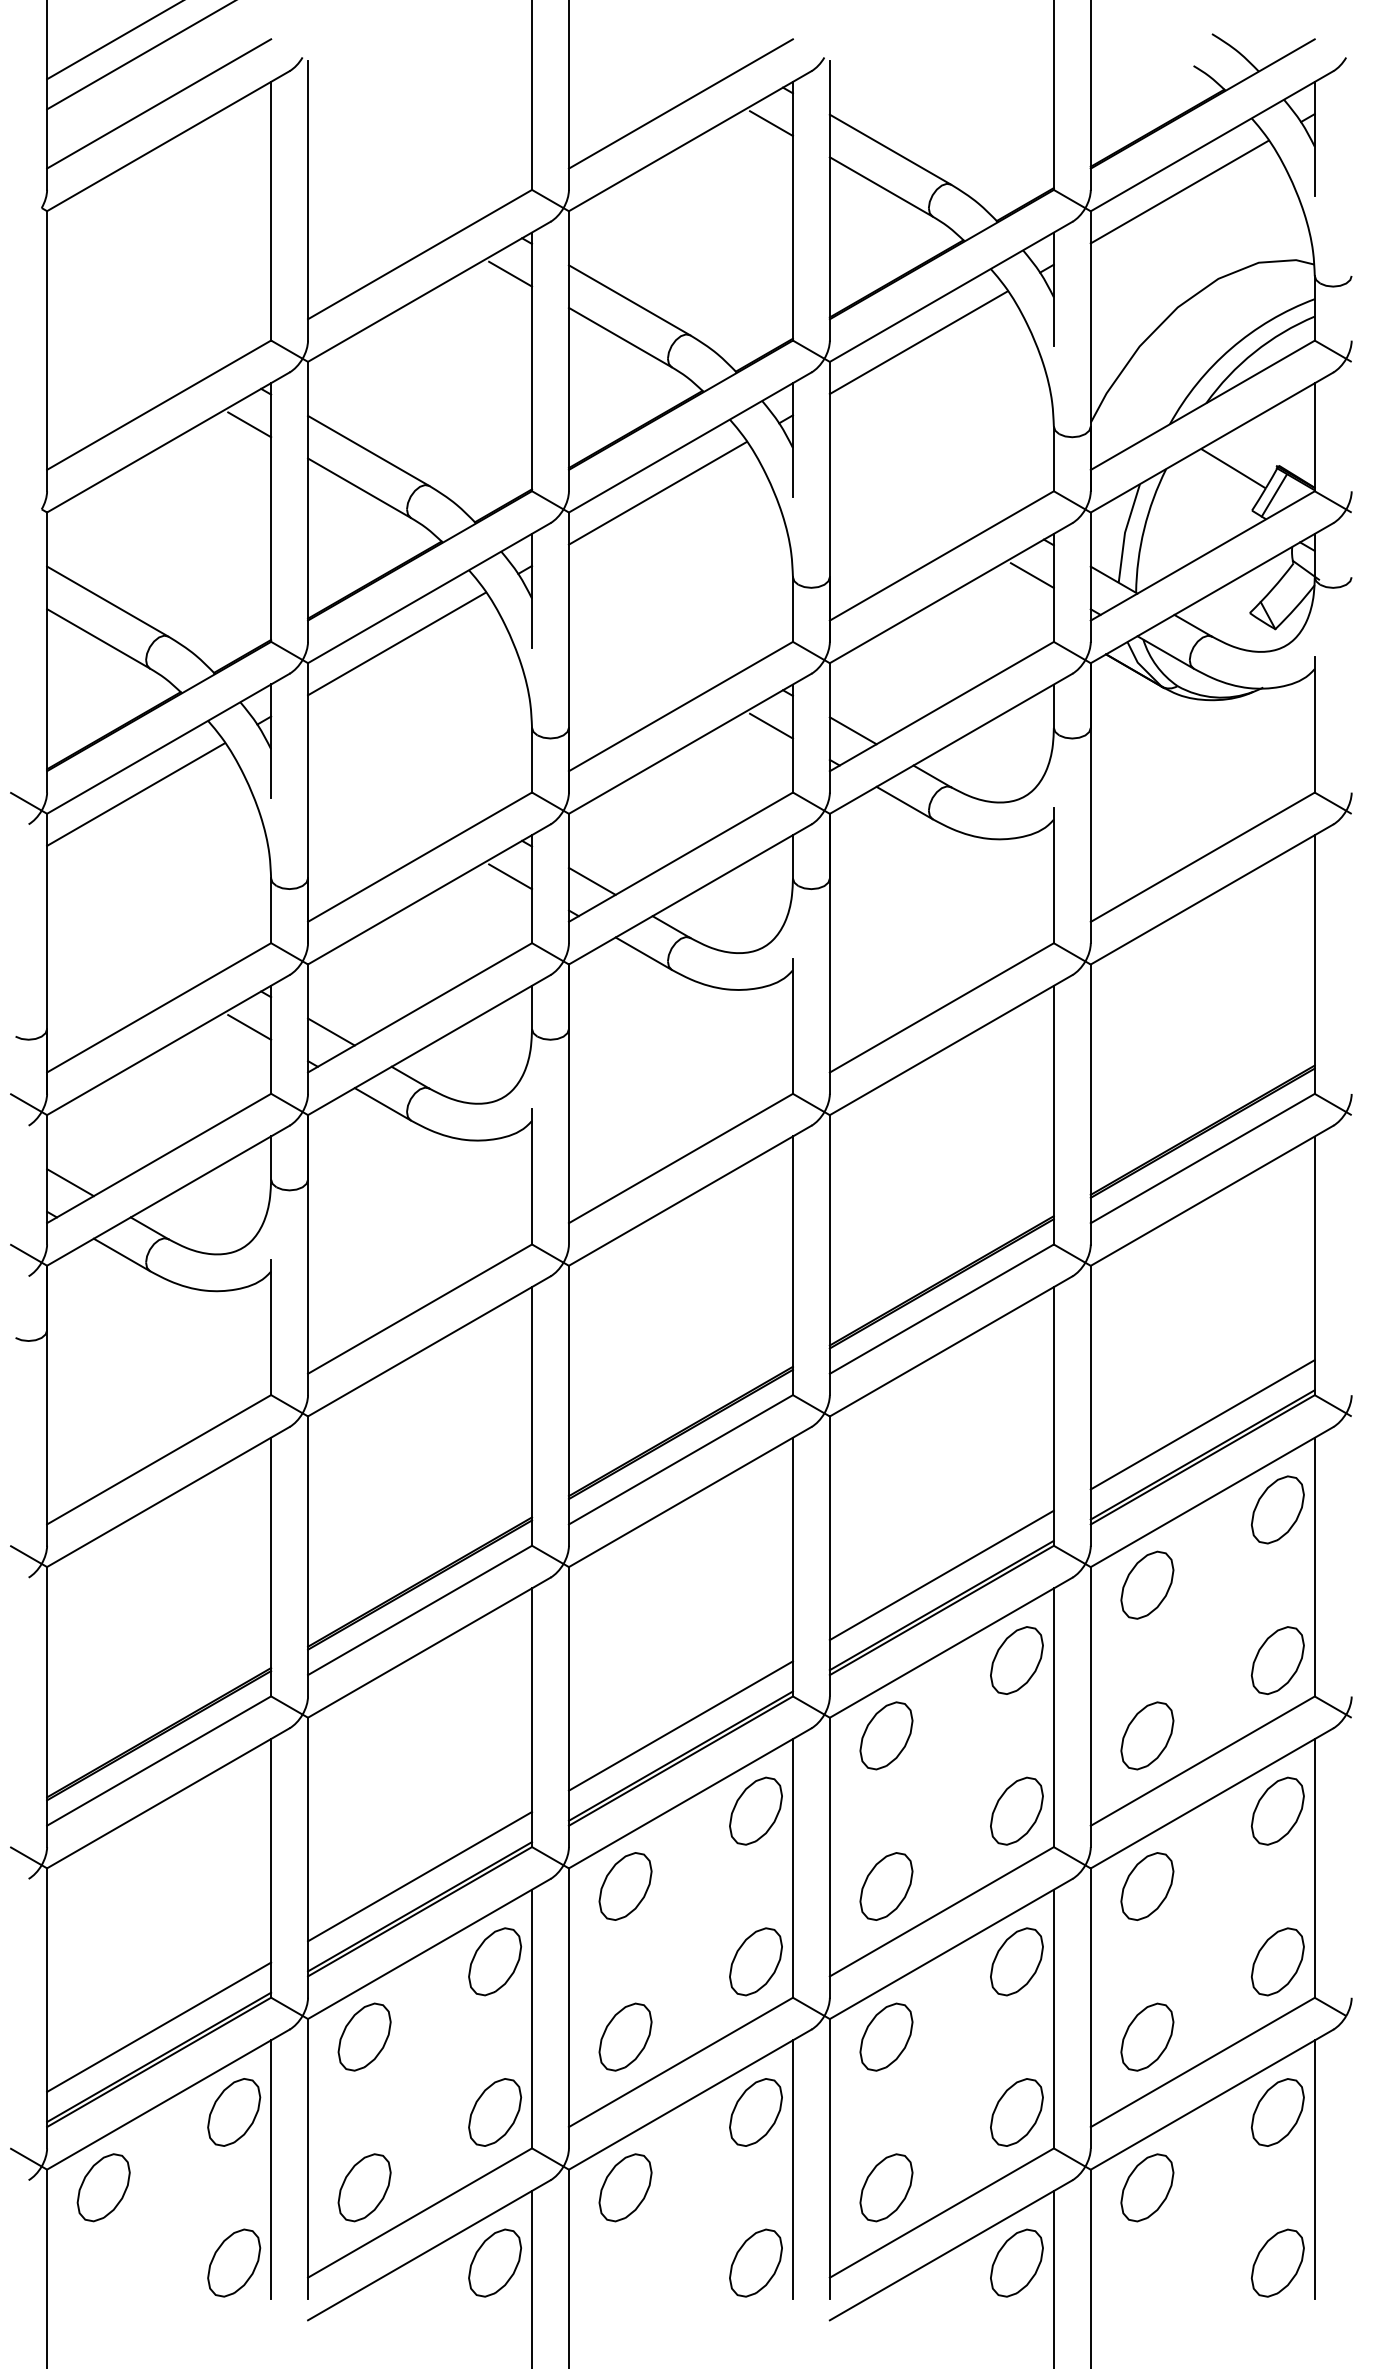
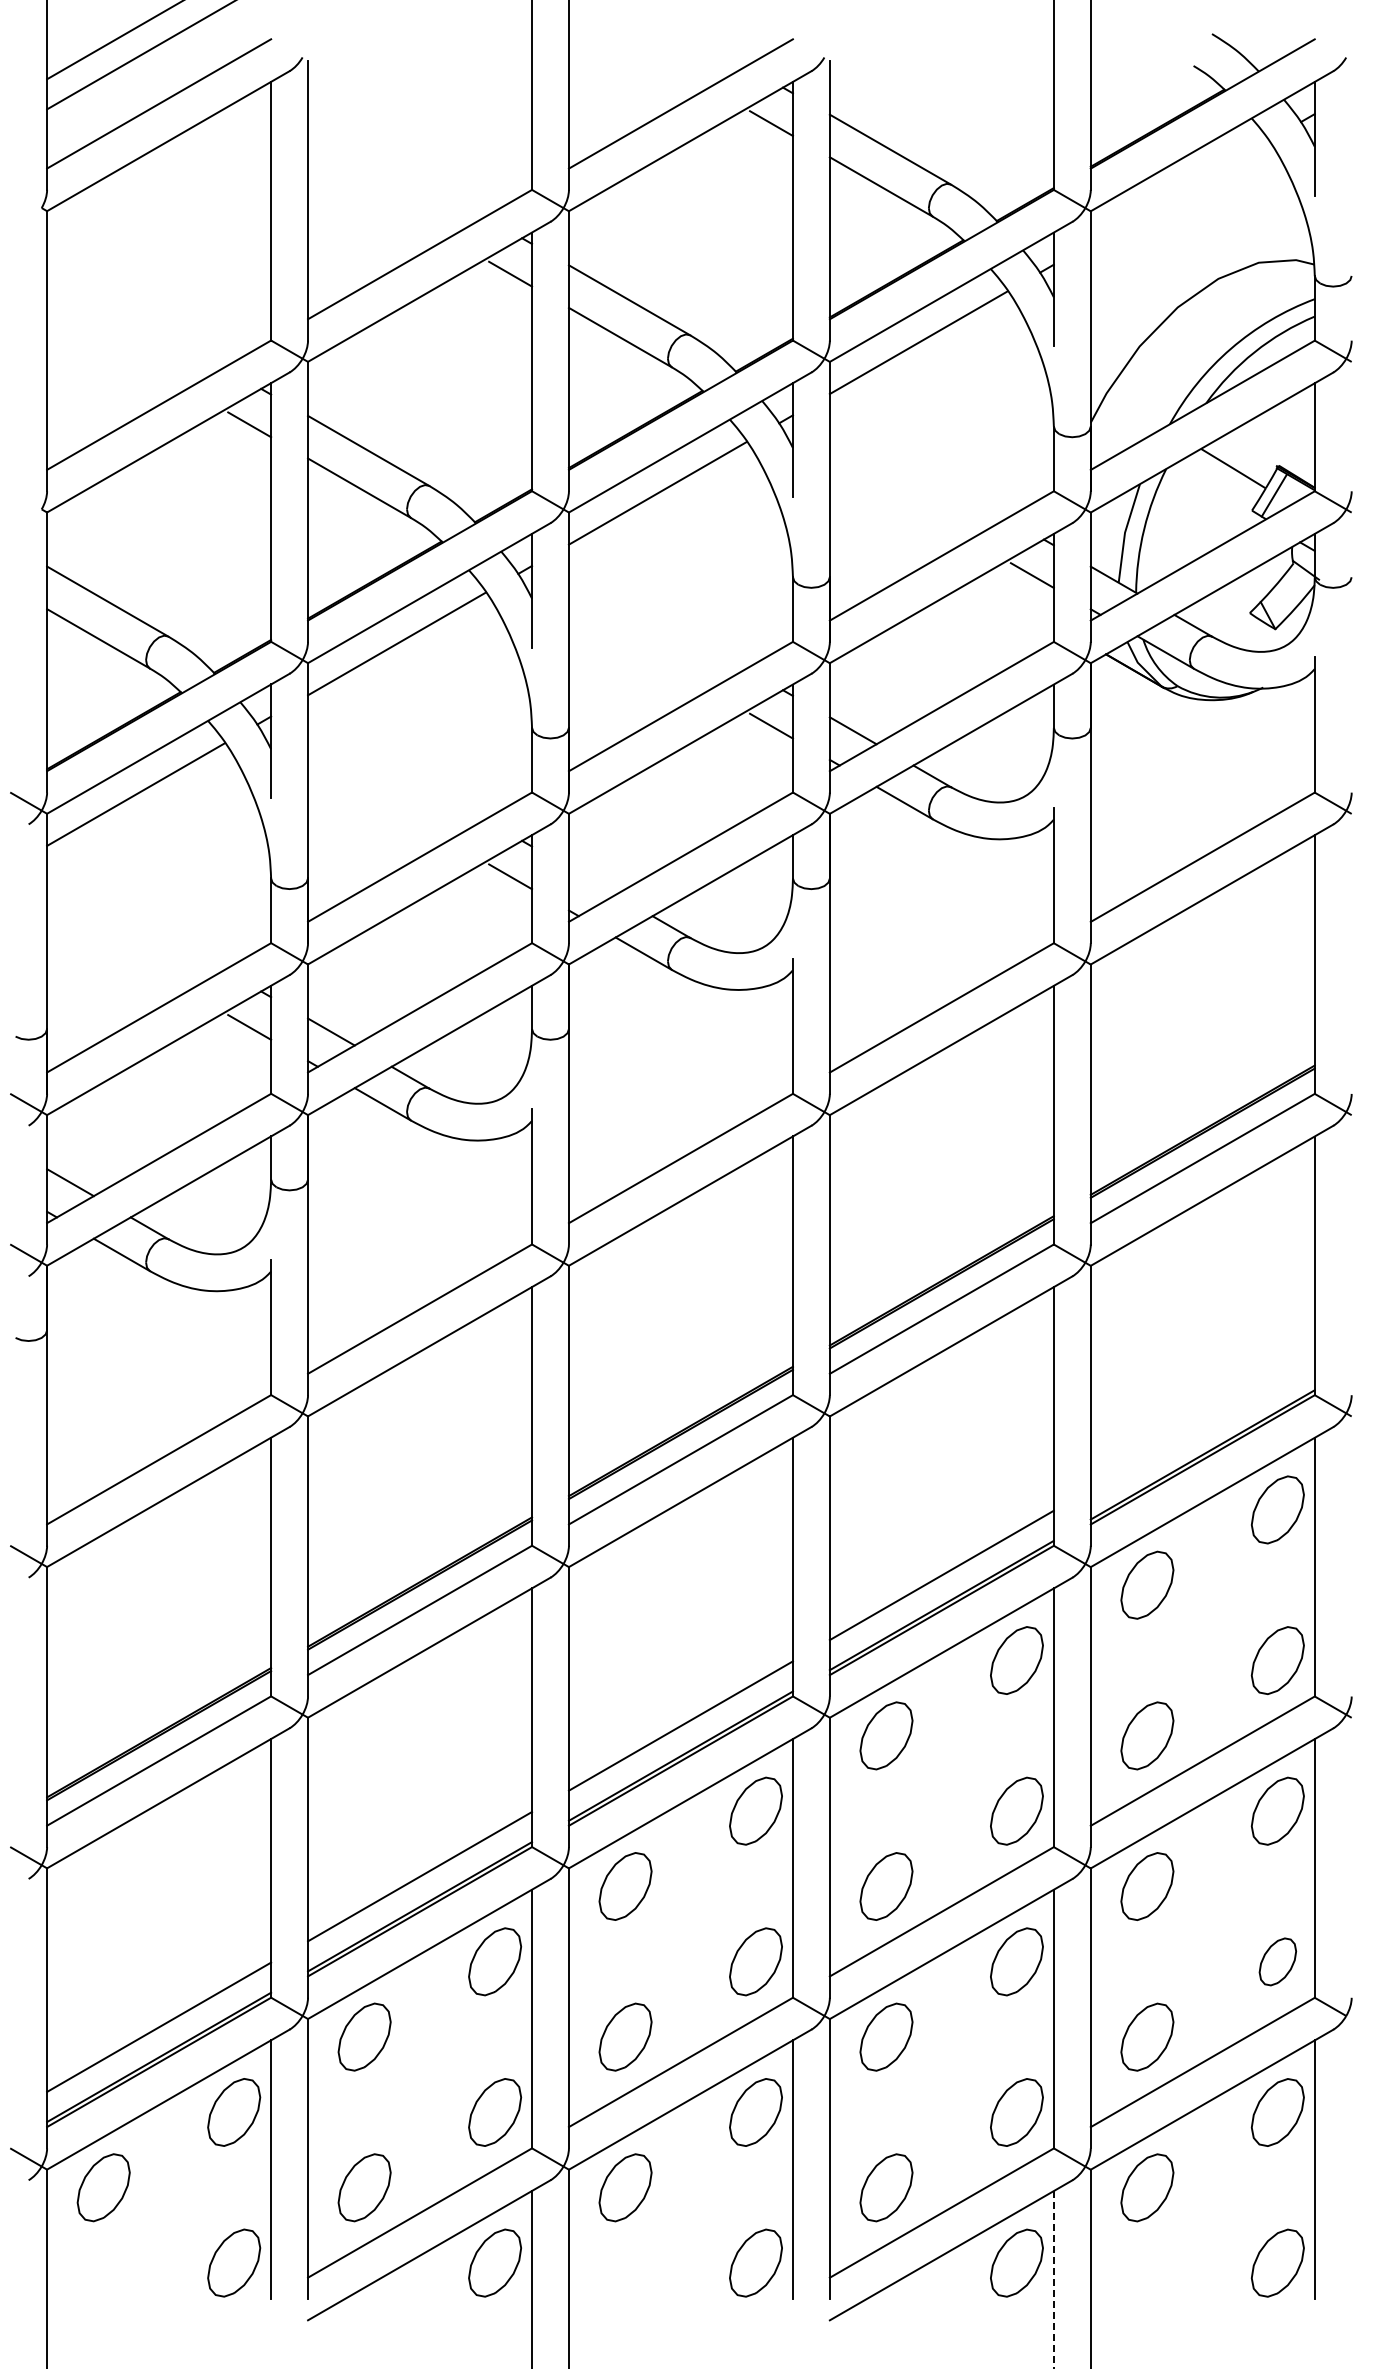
line at (1179, 191): present -> none
line at (591, 880): present -> none
line at (1202, 1424): present -> none
part at (1277, 1961) size: 54x70 px -> 40x50 px
line at (1053, 2279): solid -> dashed
